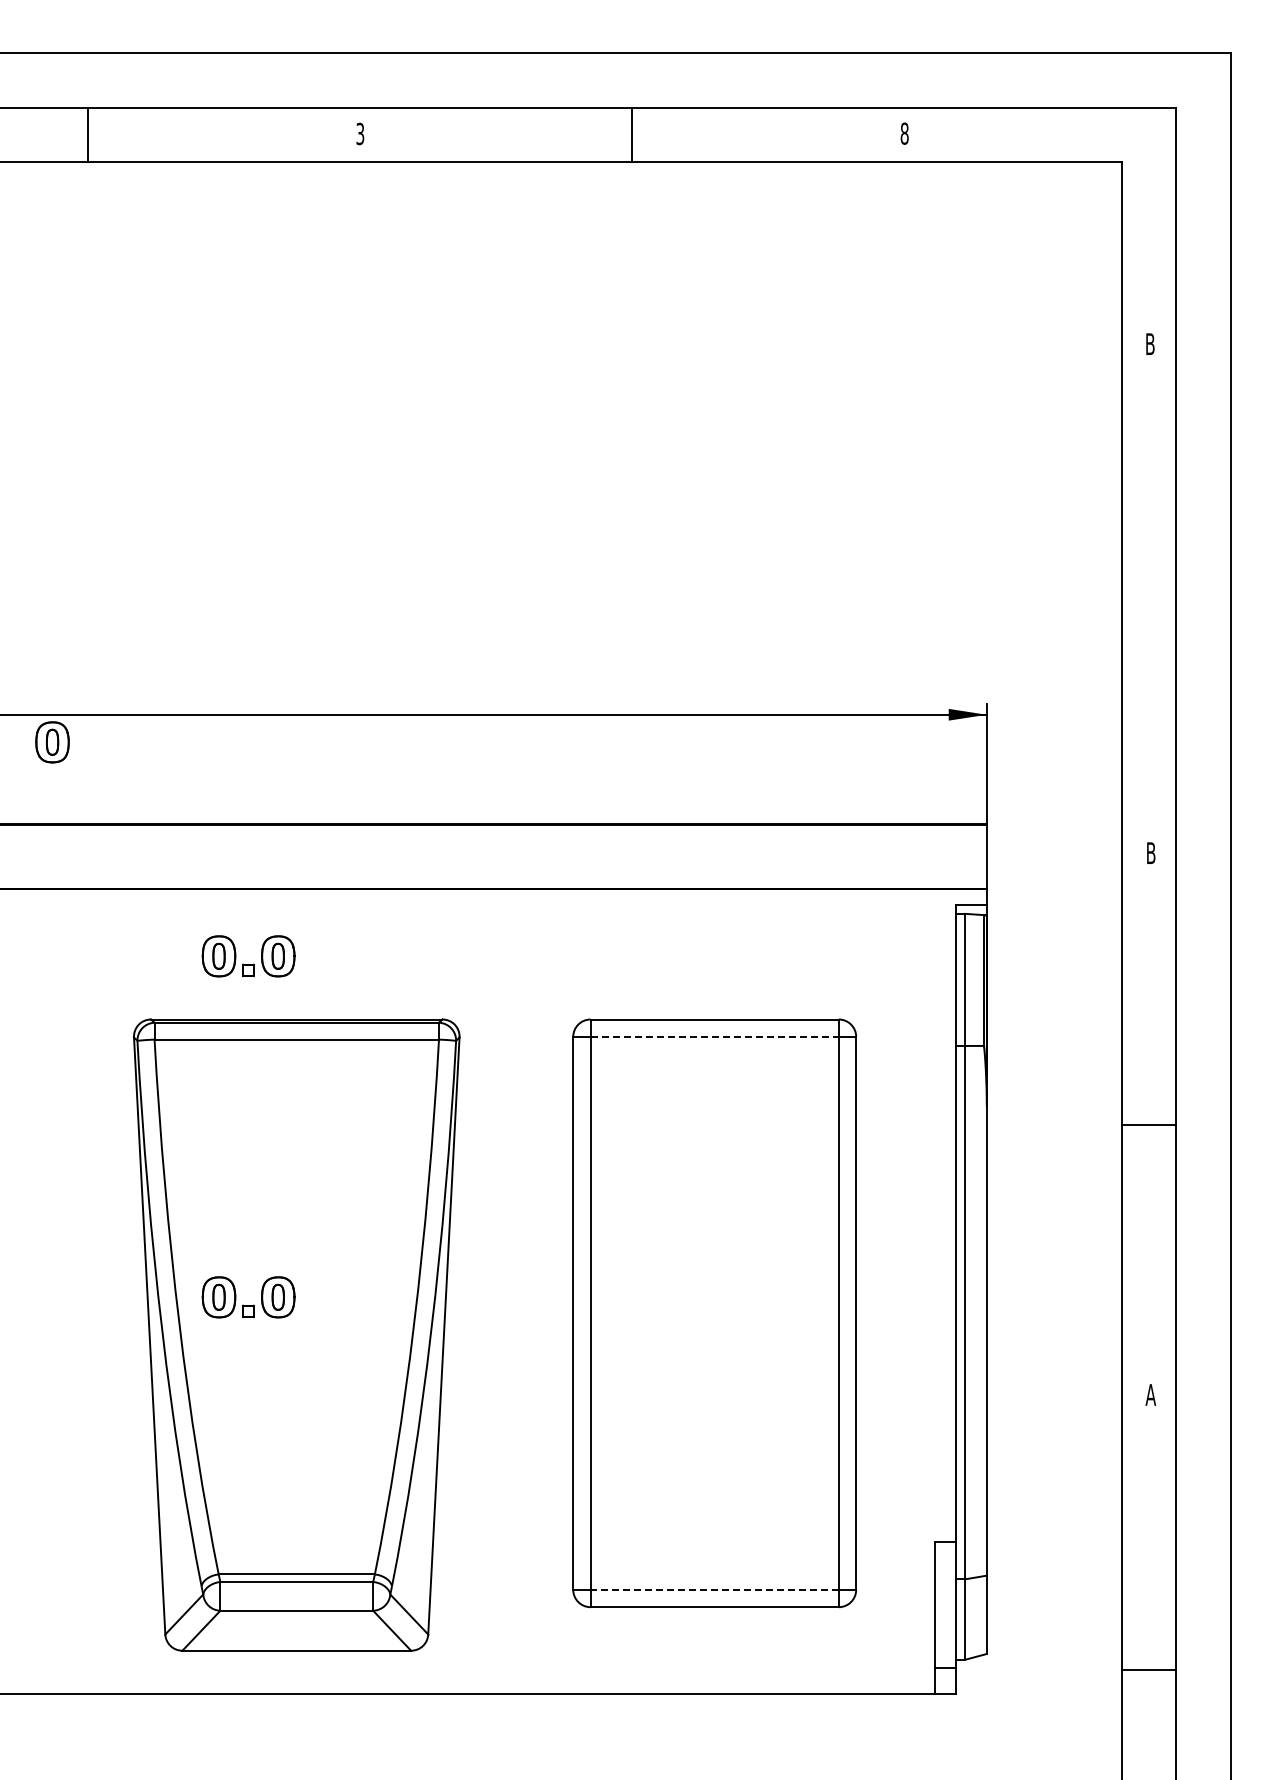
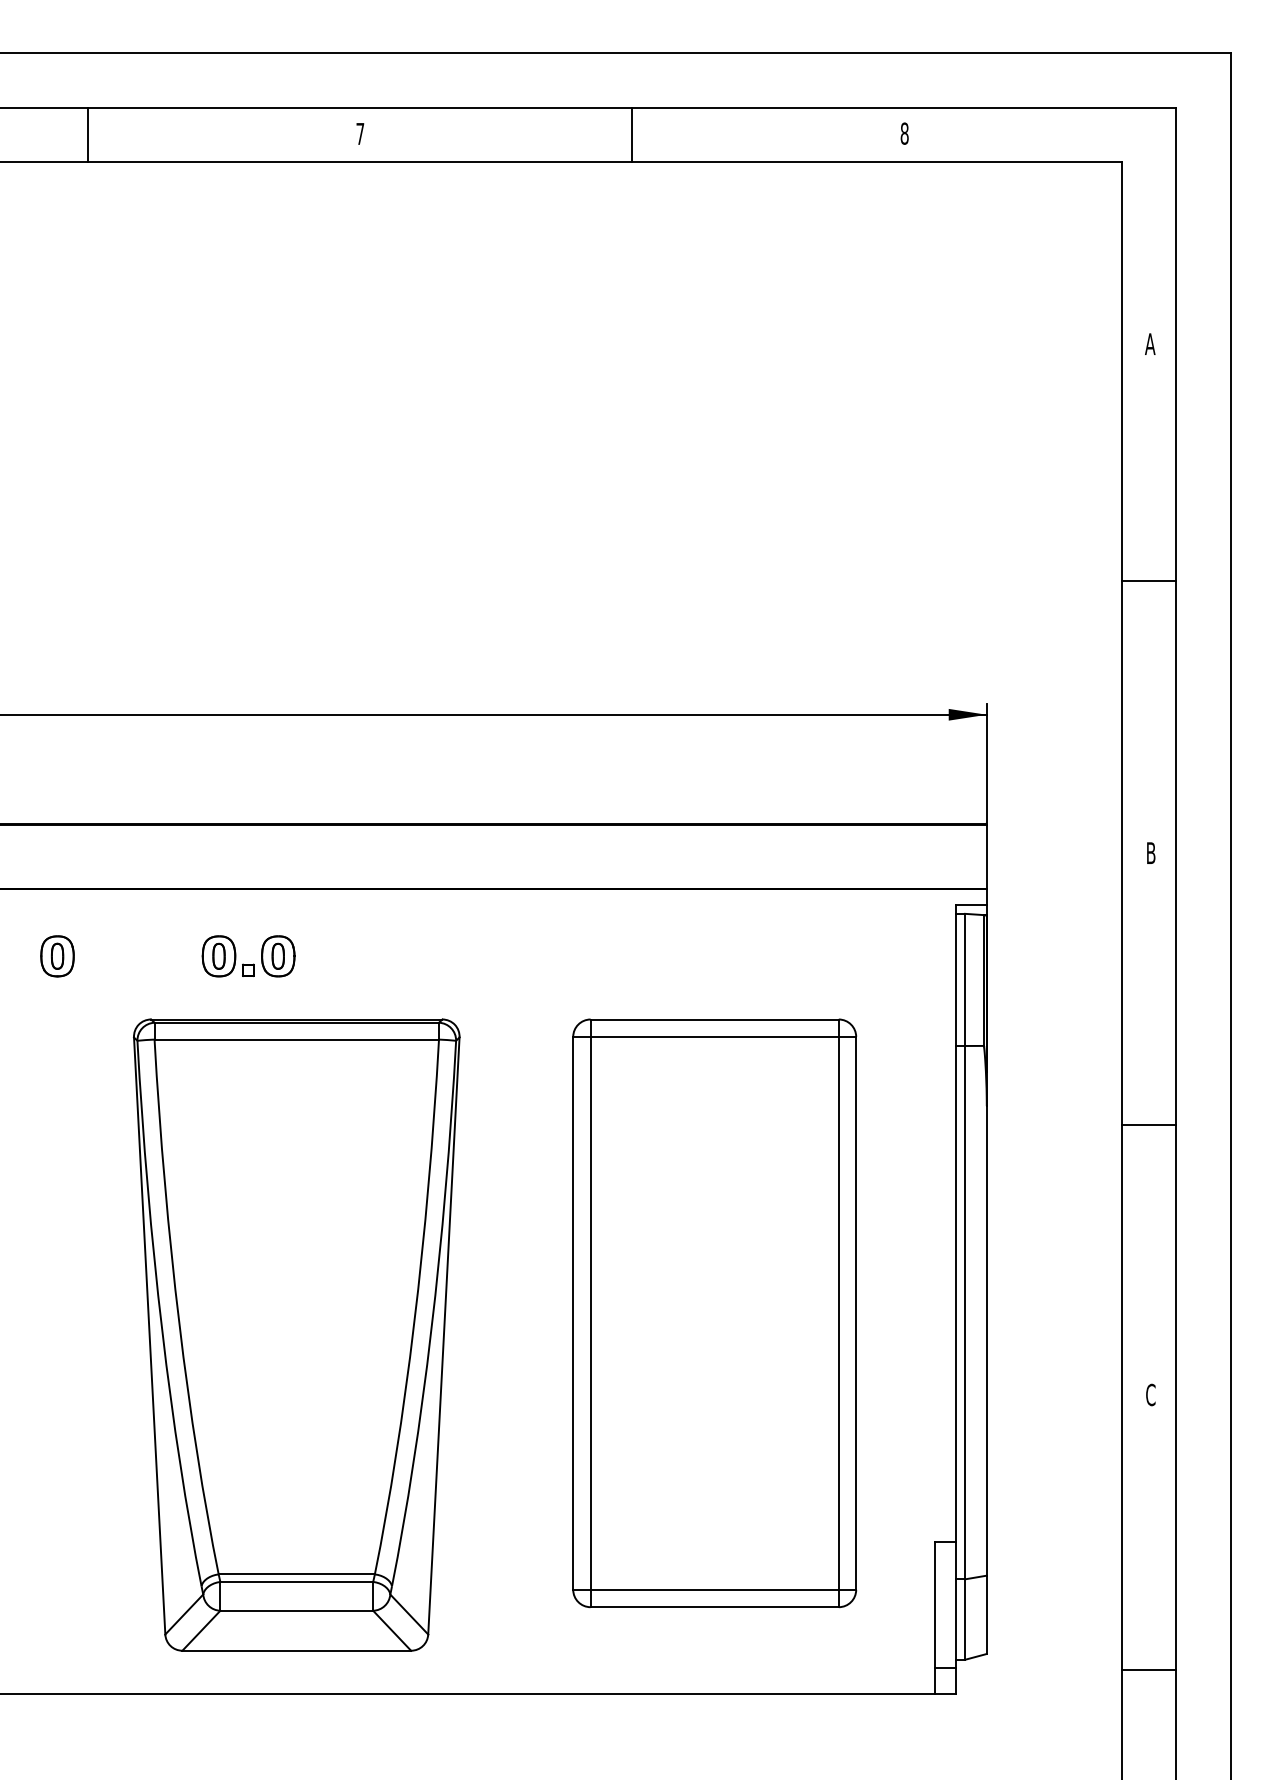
text at (360, 133): 3 -> 7
text at (1150, 343): B -> A
line at (1148, 581): none -> present
part at (52, 742) position: (52, 742) -> (57, 956)
line at (715, 1036): dashed -> solid
part at (248, 1305): present -> none
text at (1150, 1394): A -> C
line at (714, 1589): dashed -> solid
